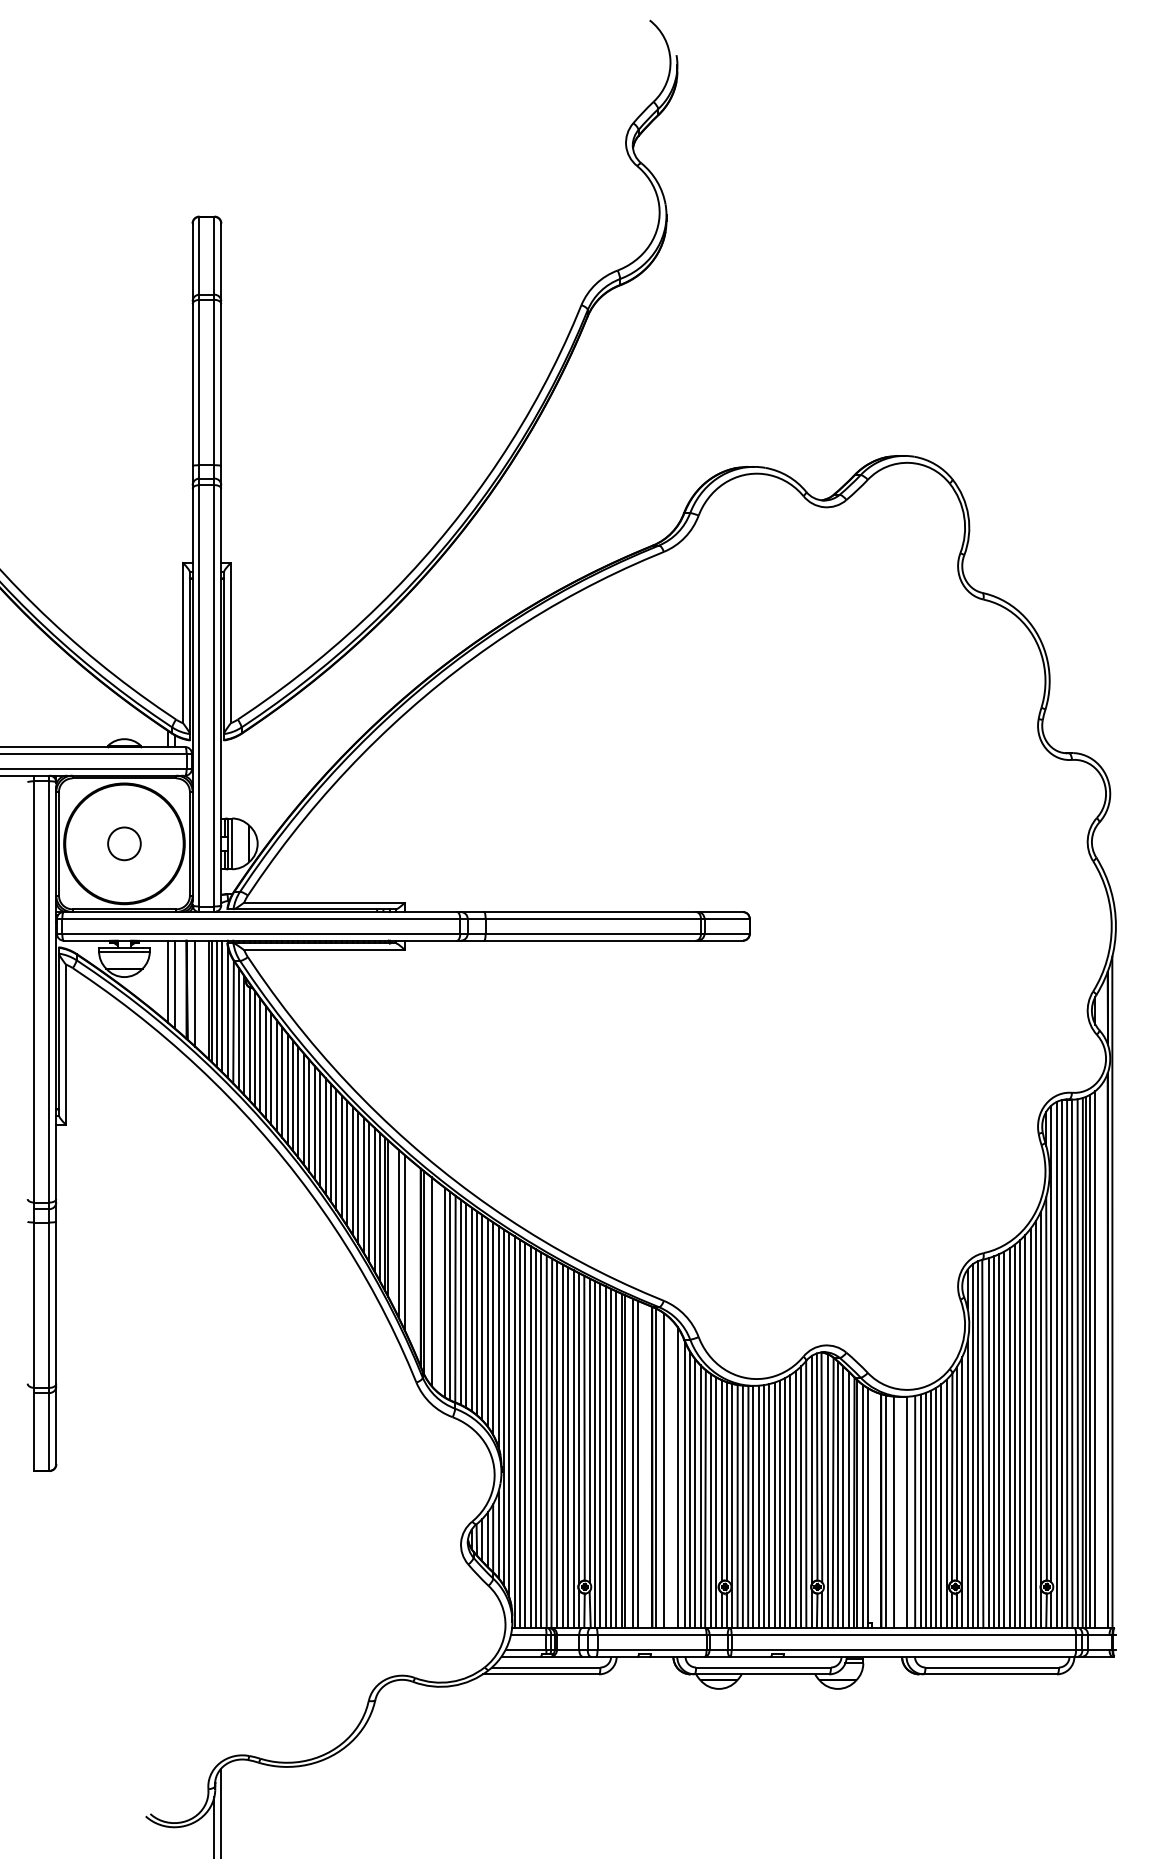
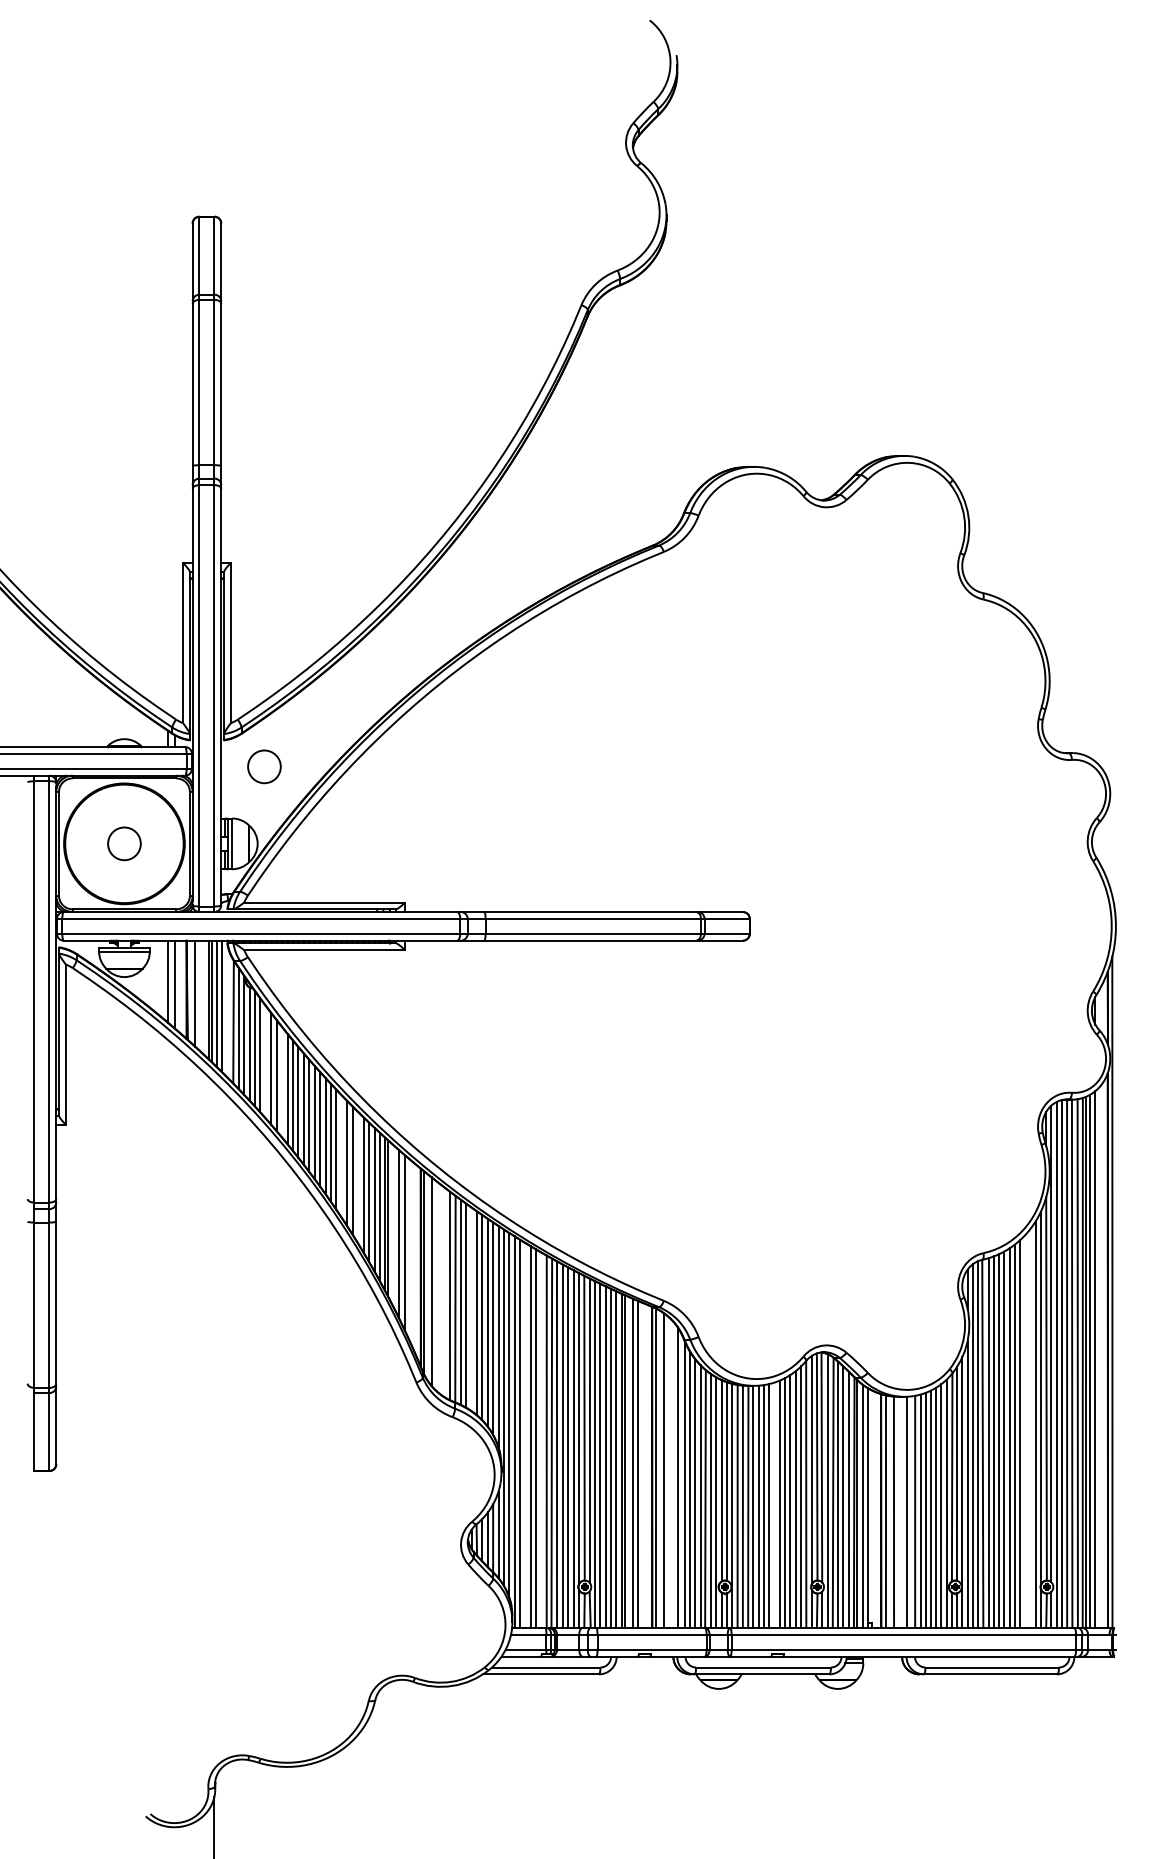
circle at (264, 766): none -> present
line at (227, 1011): present -> none
line at (265, 1062): present -> none
line at (282, 1082): present -> none
line at (341, 1156): present -> none
line at (358, 1177): present -> none
line at (444, 1292): present -> none
line at (471, 1309): present -> none
line at (1030, 1427): present -> none
line at (1025, 1431): present -> none
line at (525, 1435): present -> none
line at (541, 1439): present -> none
line at (774, 1504): present -> none
line at (221, 1811): present -> none
